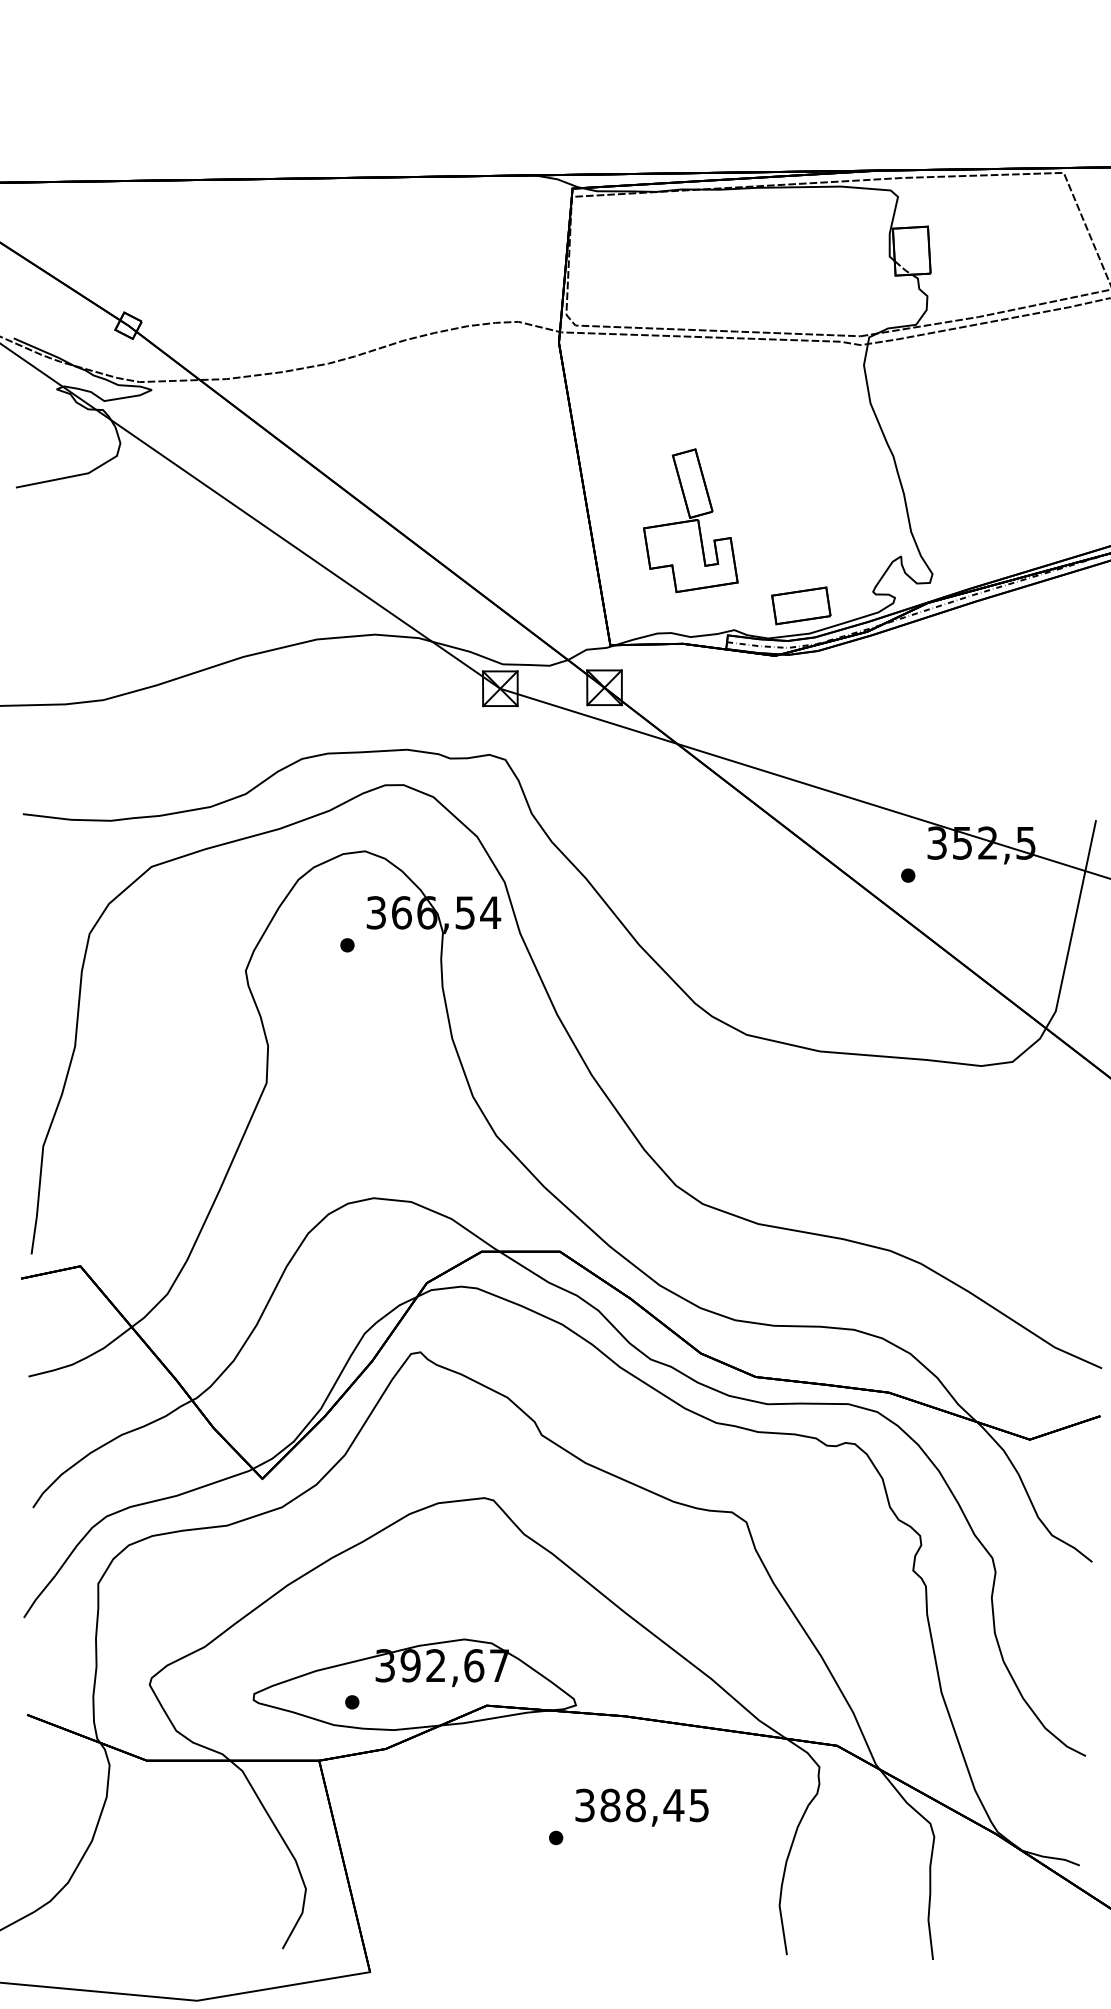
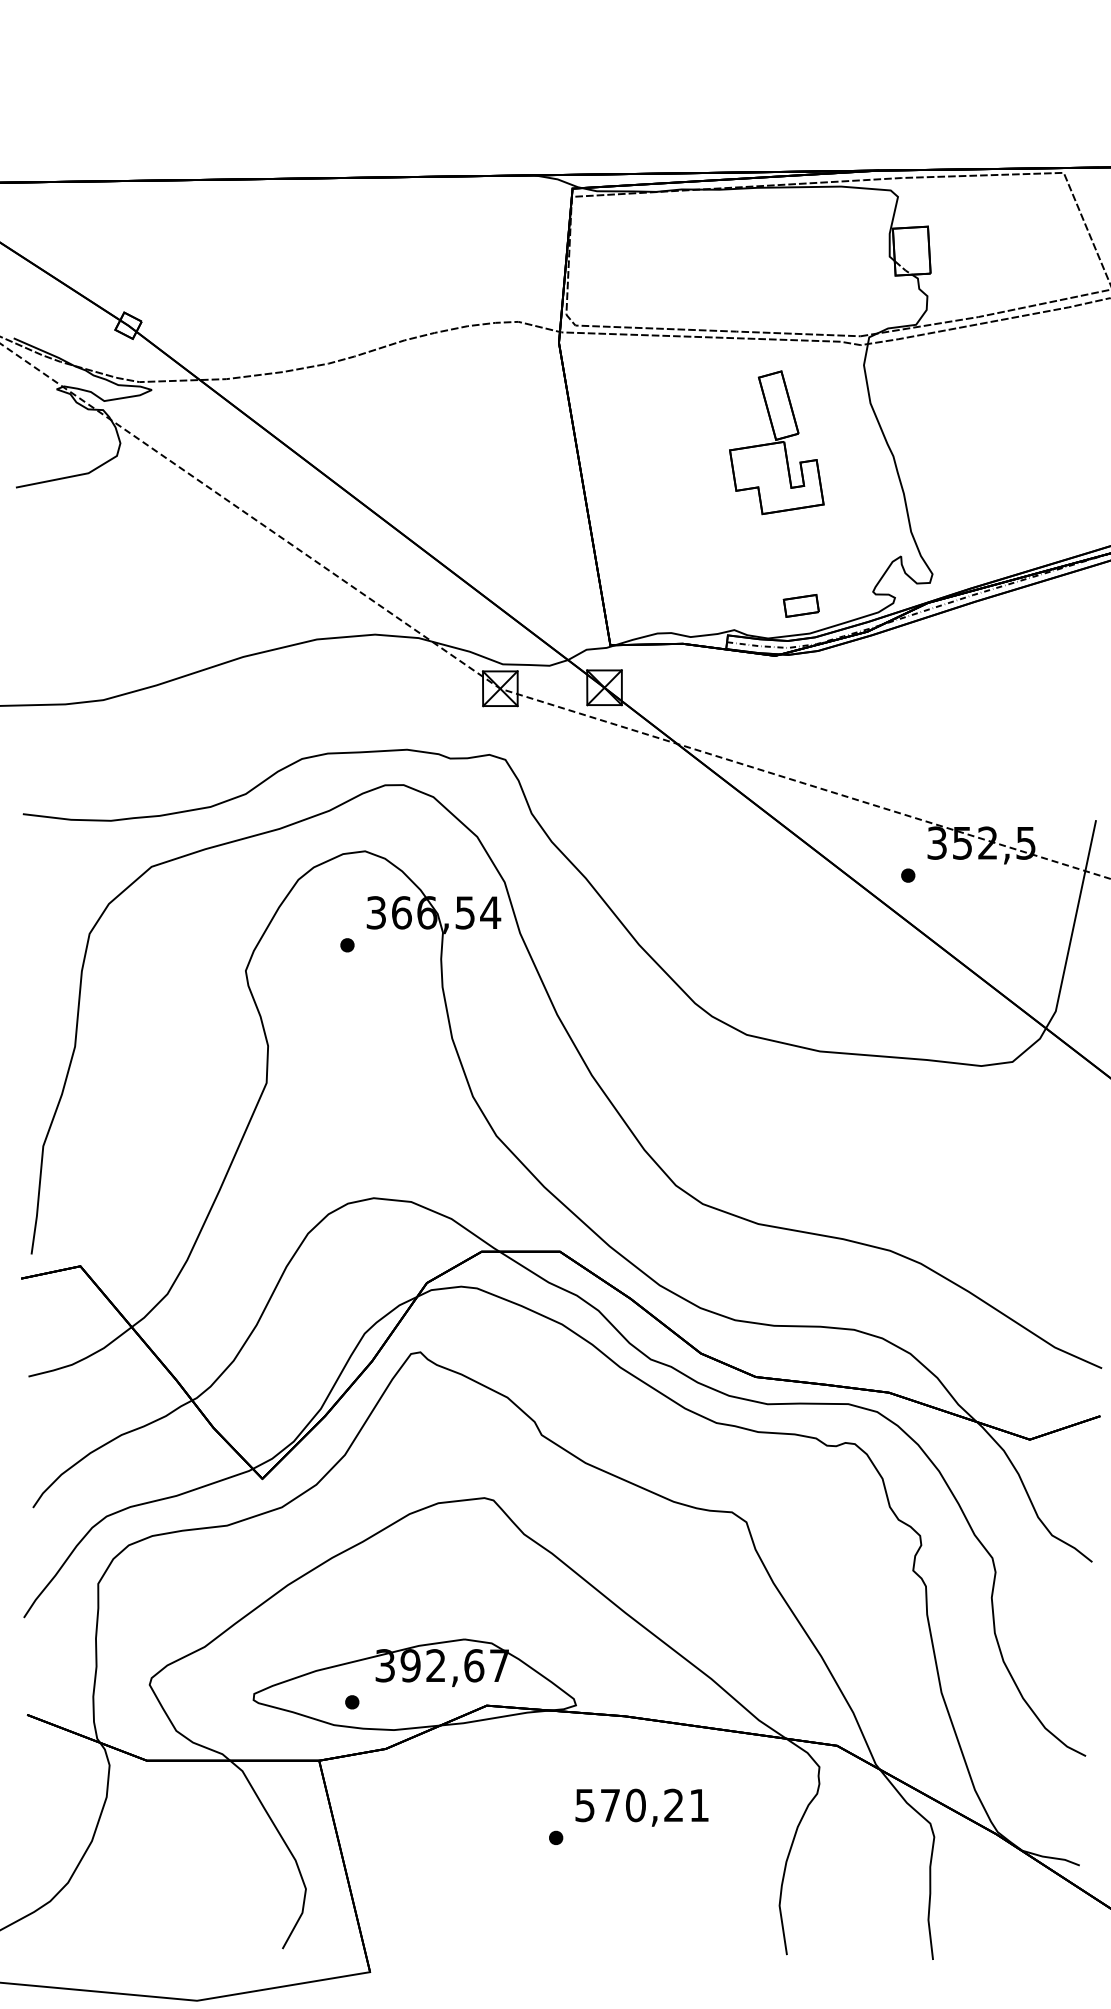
part at (690, 520) position: (690, 520) -> (776, 442)
part at (801, 605) size: 61x40 px -> 38x24 px
line at (515, 693): solid -> dashed
text at (642, 1805): 388,45 -> 570,21
